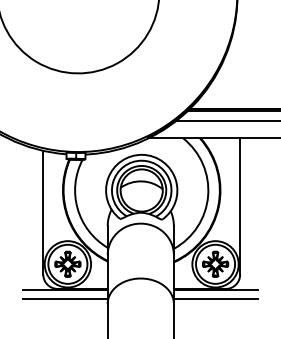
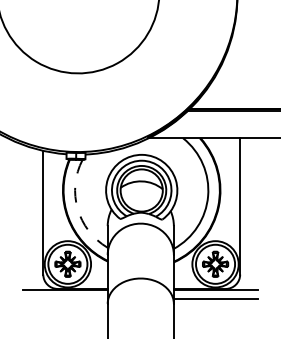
line at (226, 121): present -> none
arc at (77, 208): solid -> dashed
line at (65, 299): present -> none
